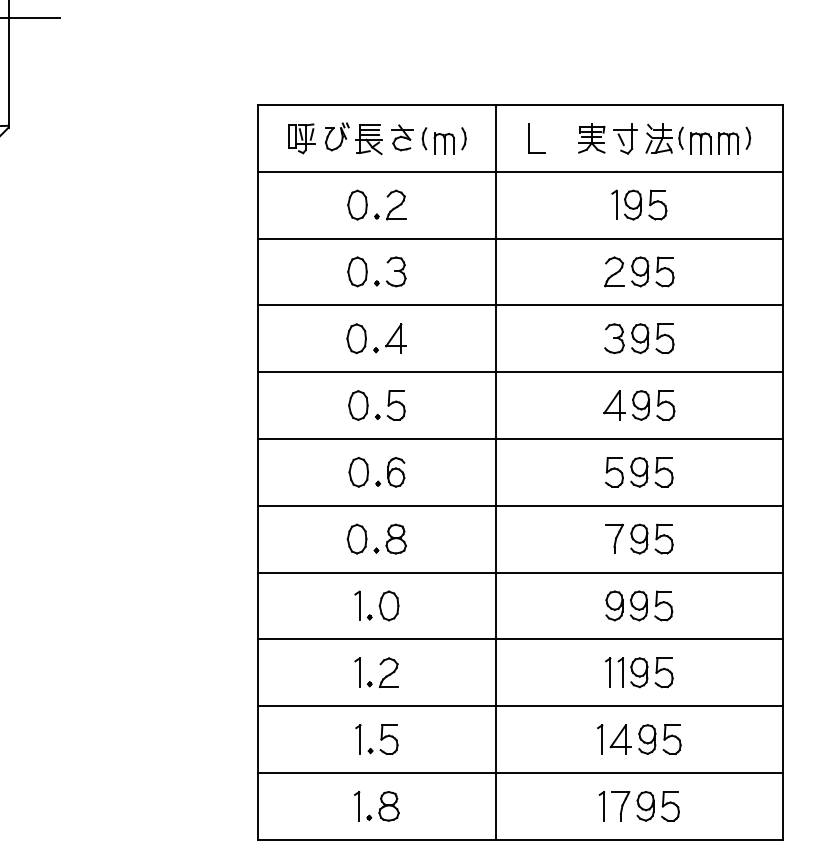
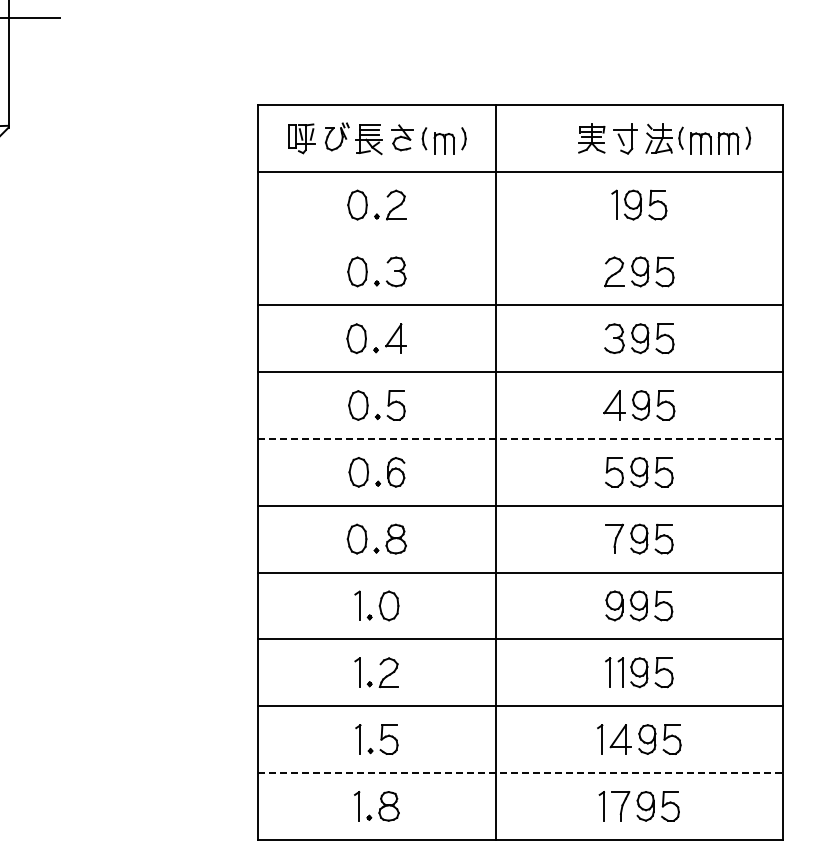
part at (529, 138): present -> none
line at (519, 238): present -> none
line at (520, 438): solid -> dashed
line at (520, 772): solid -> dashed
